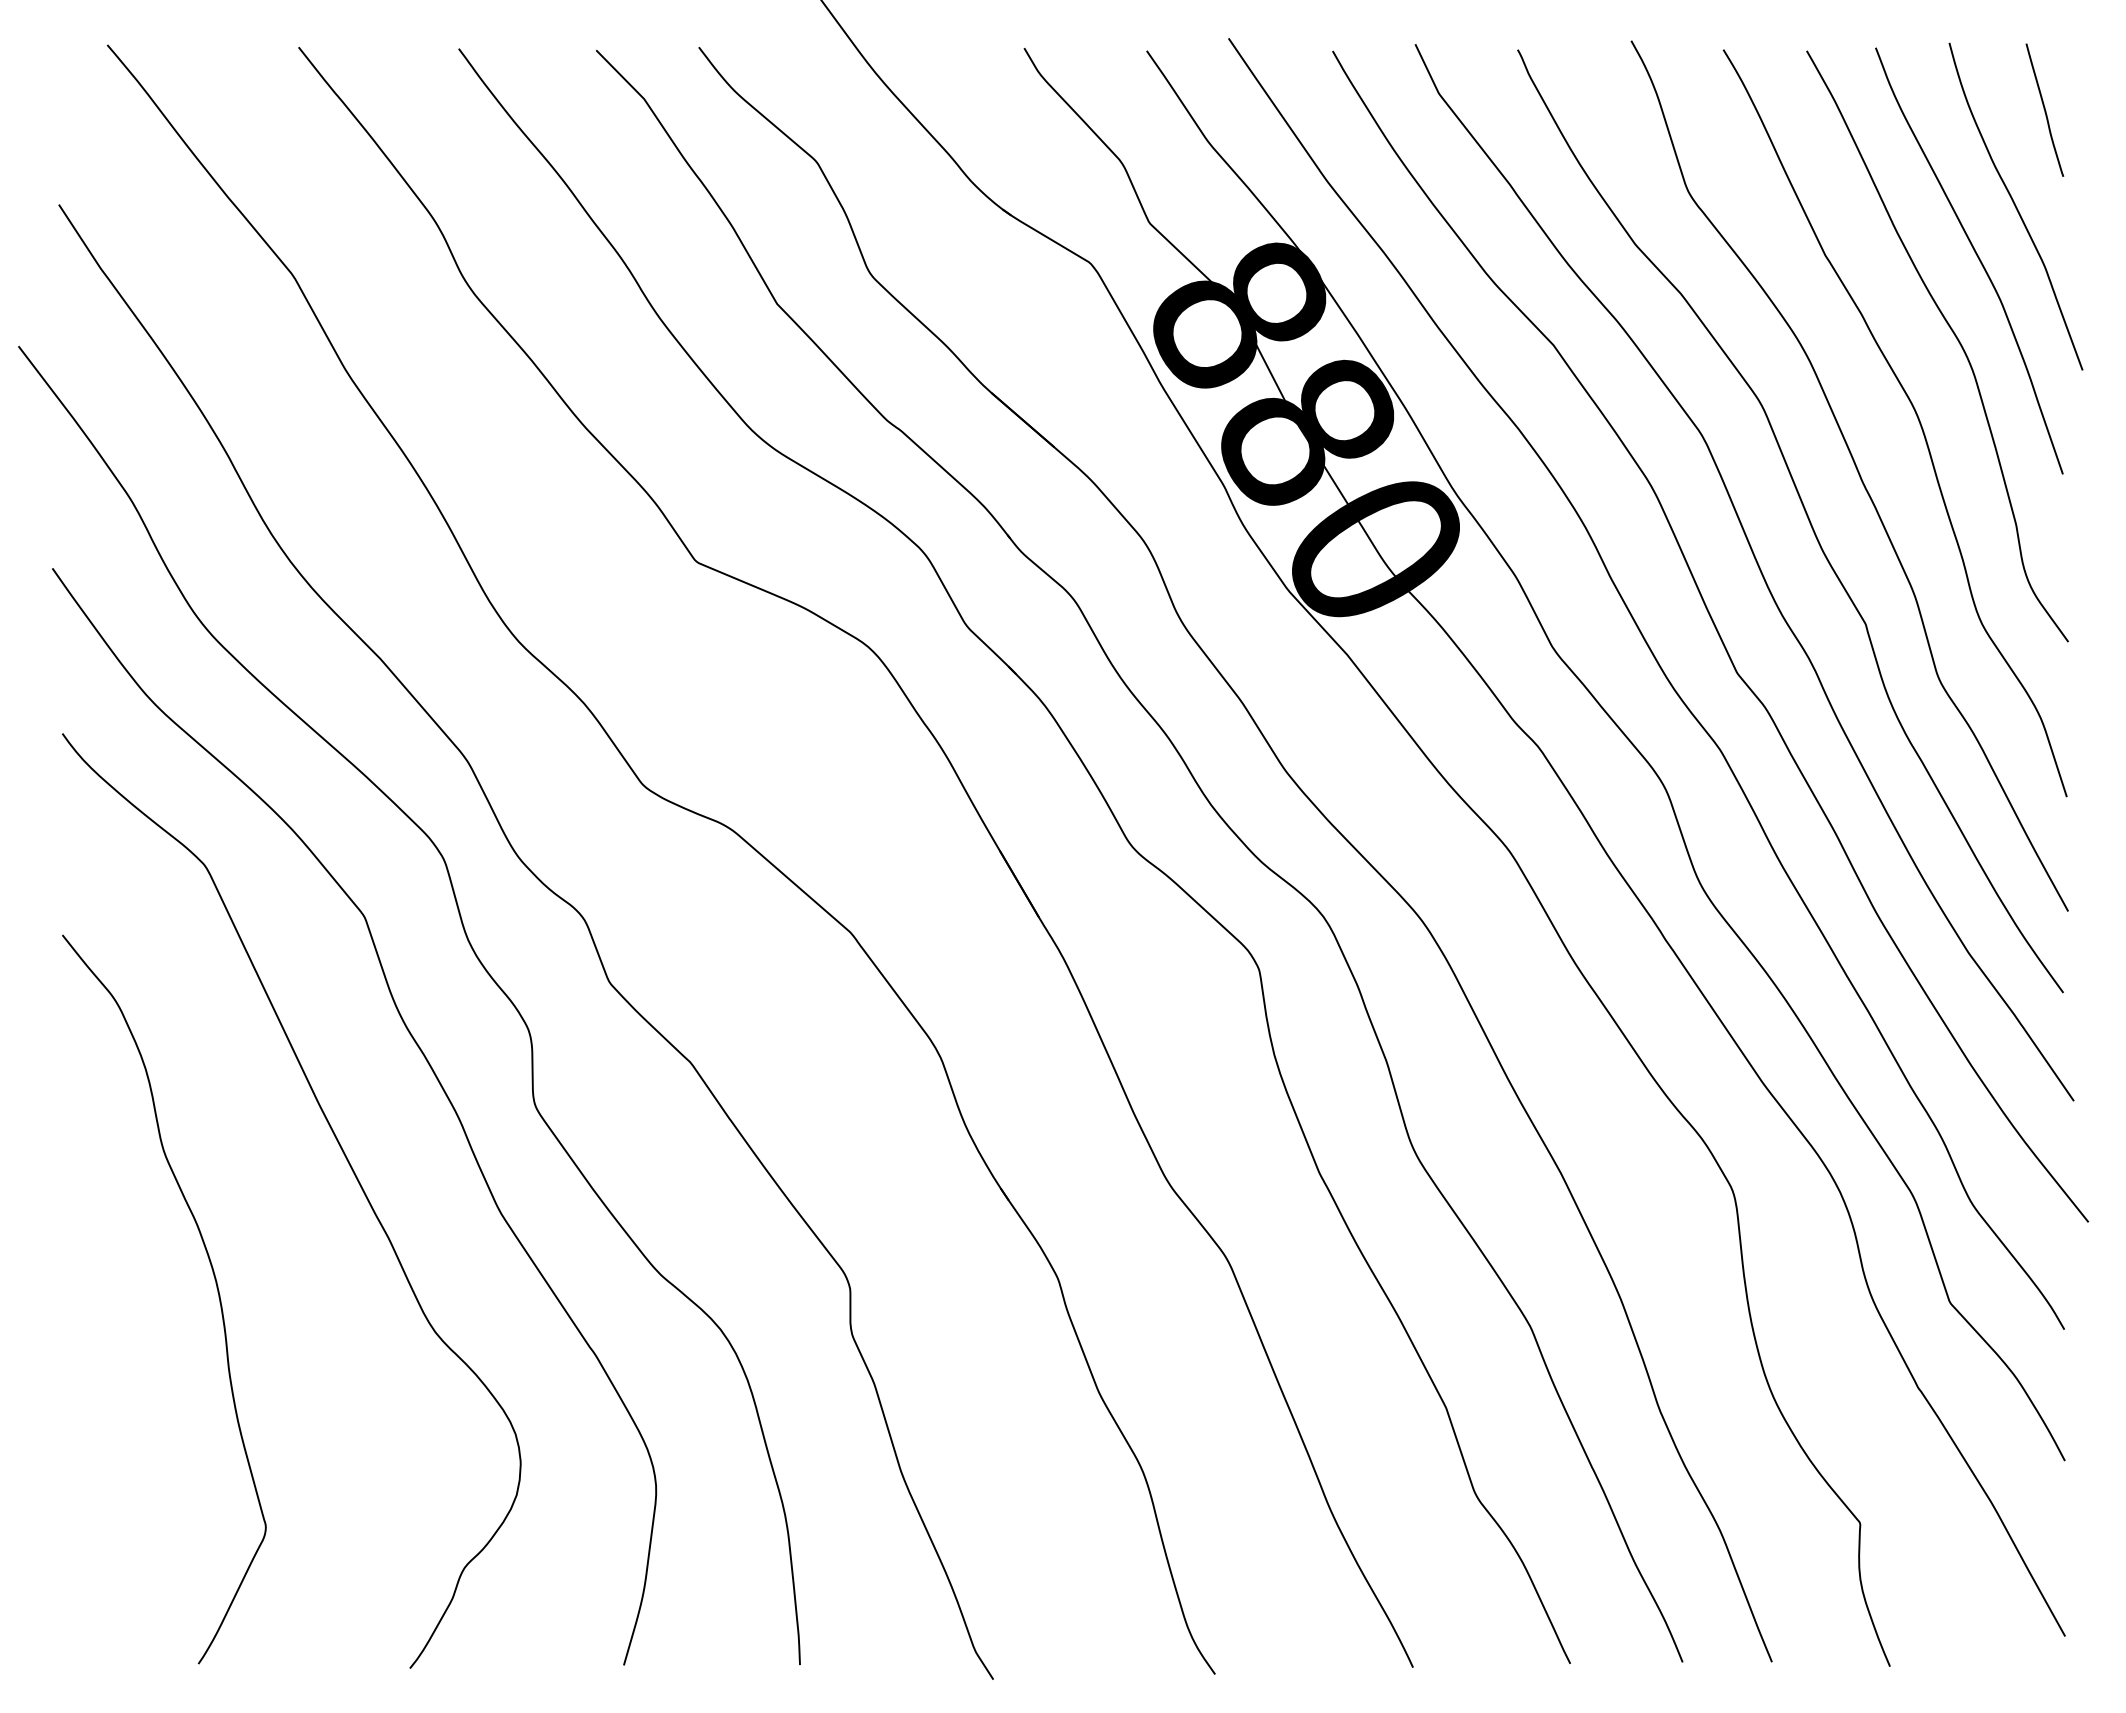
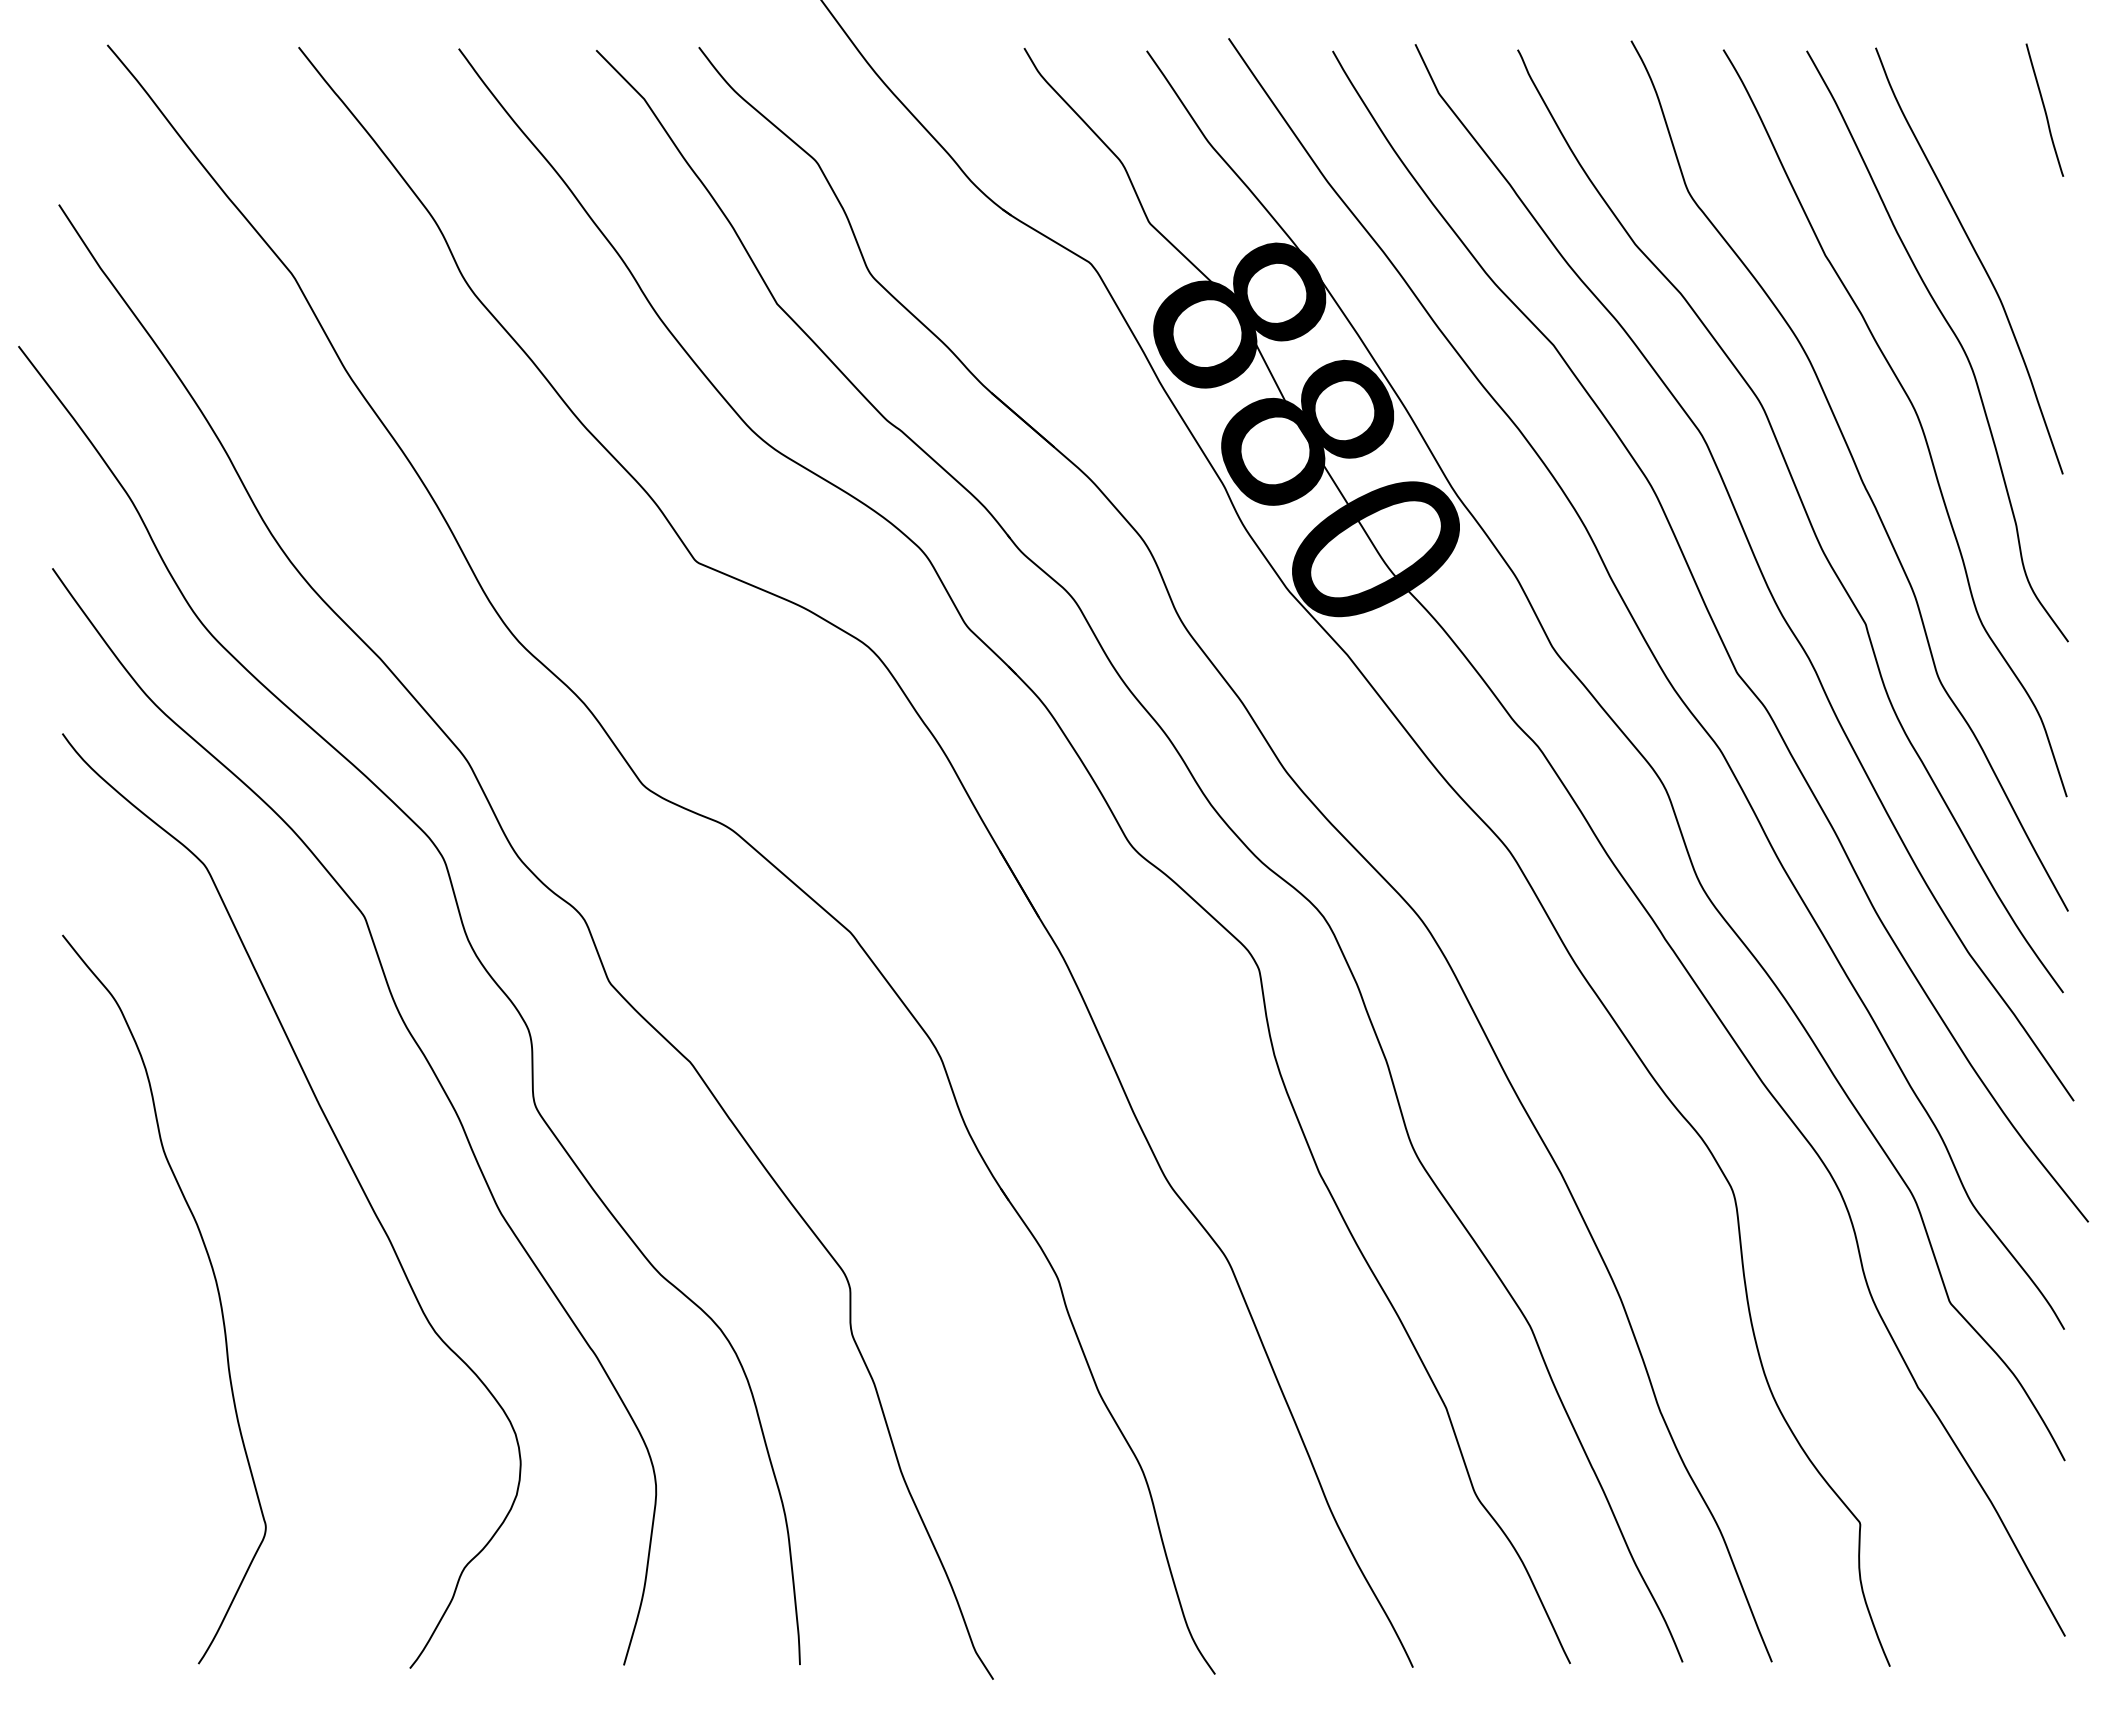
curve at (2015, 206): present -> none
